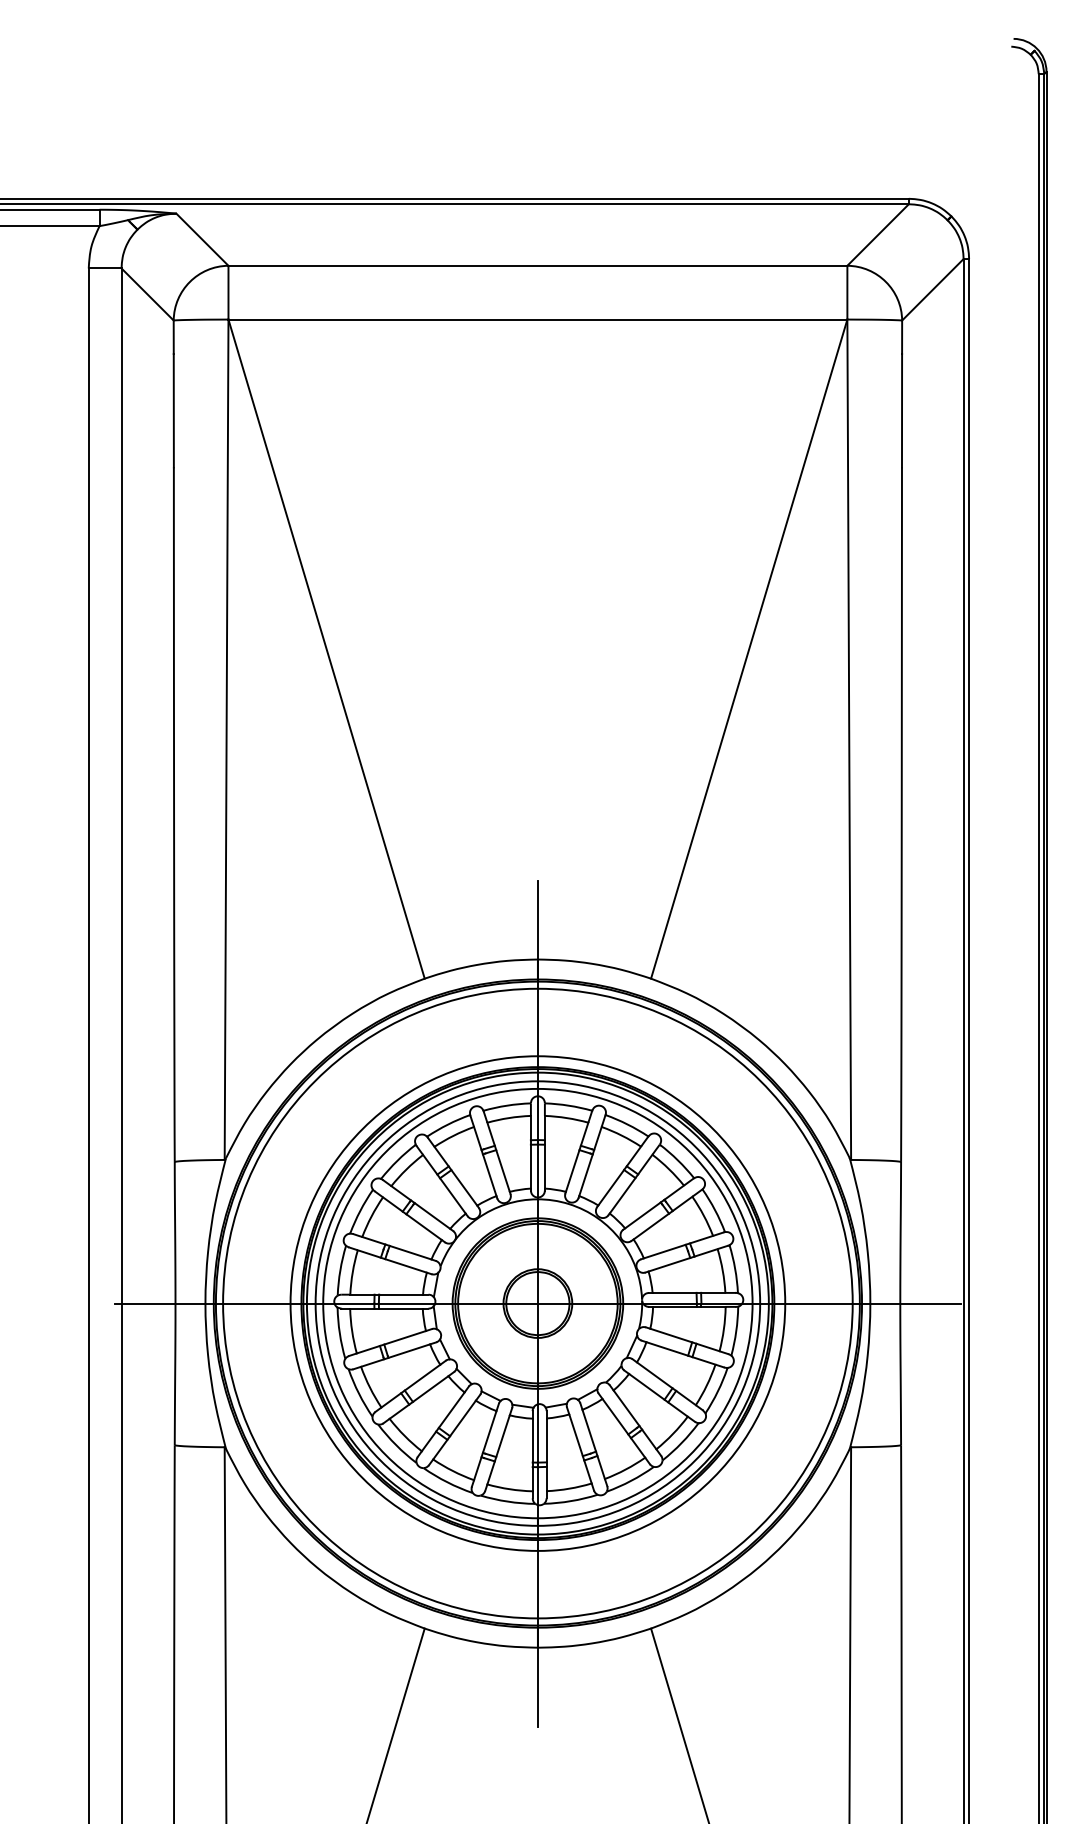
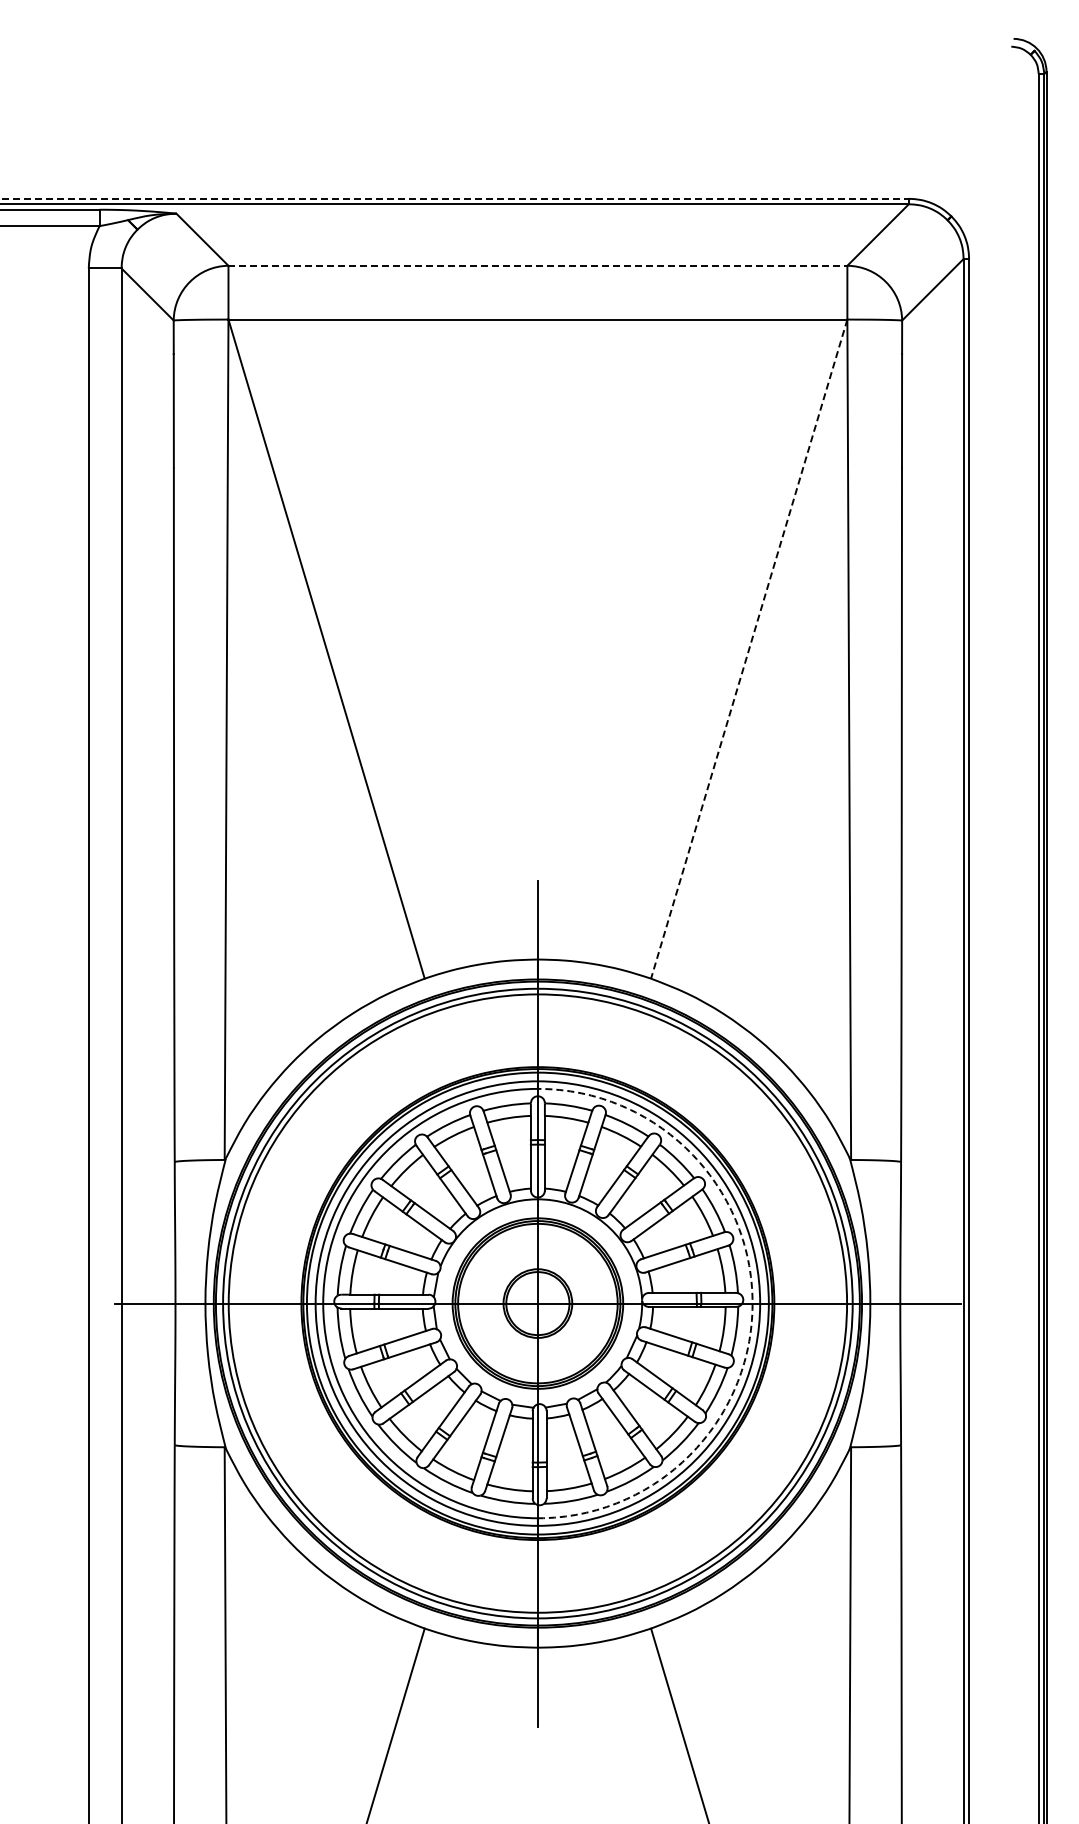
line at (454, 198): solid -> dashed
line at (538, 265): solid -> dashed
line at (749, 649): solid -> dashed
circle at (537, 1303) diameter: 495 px -> 618 px
arc at (752, 1303): solid -> dashed
